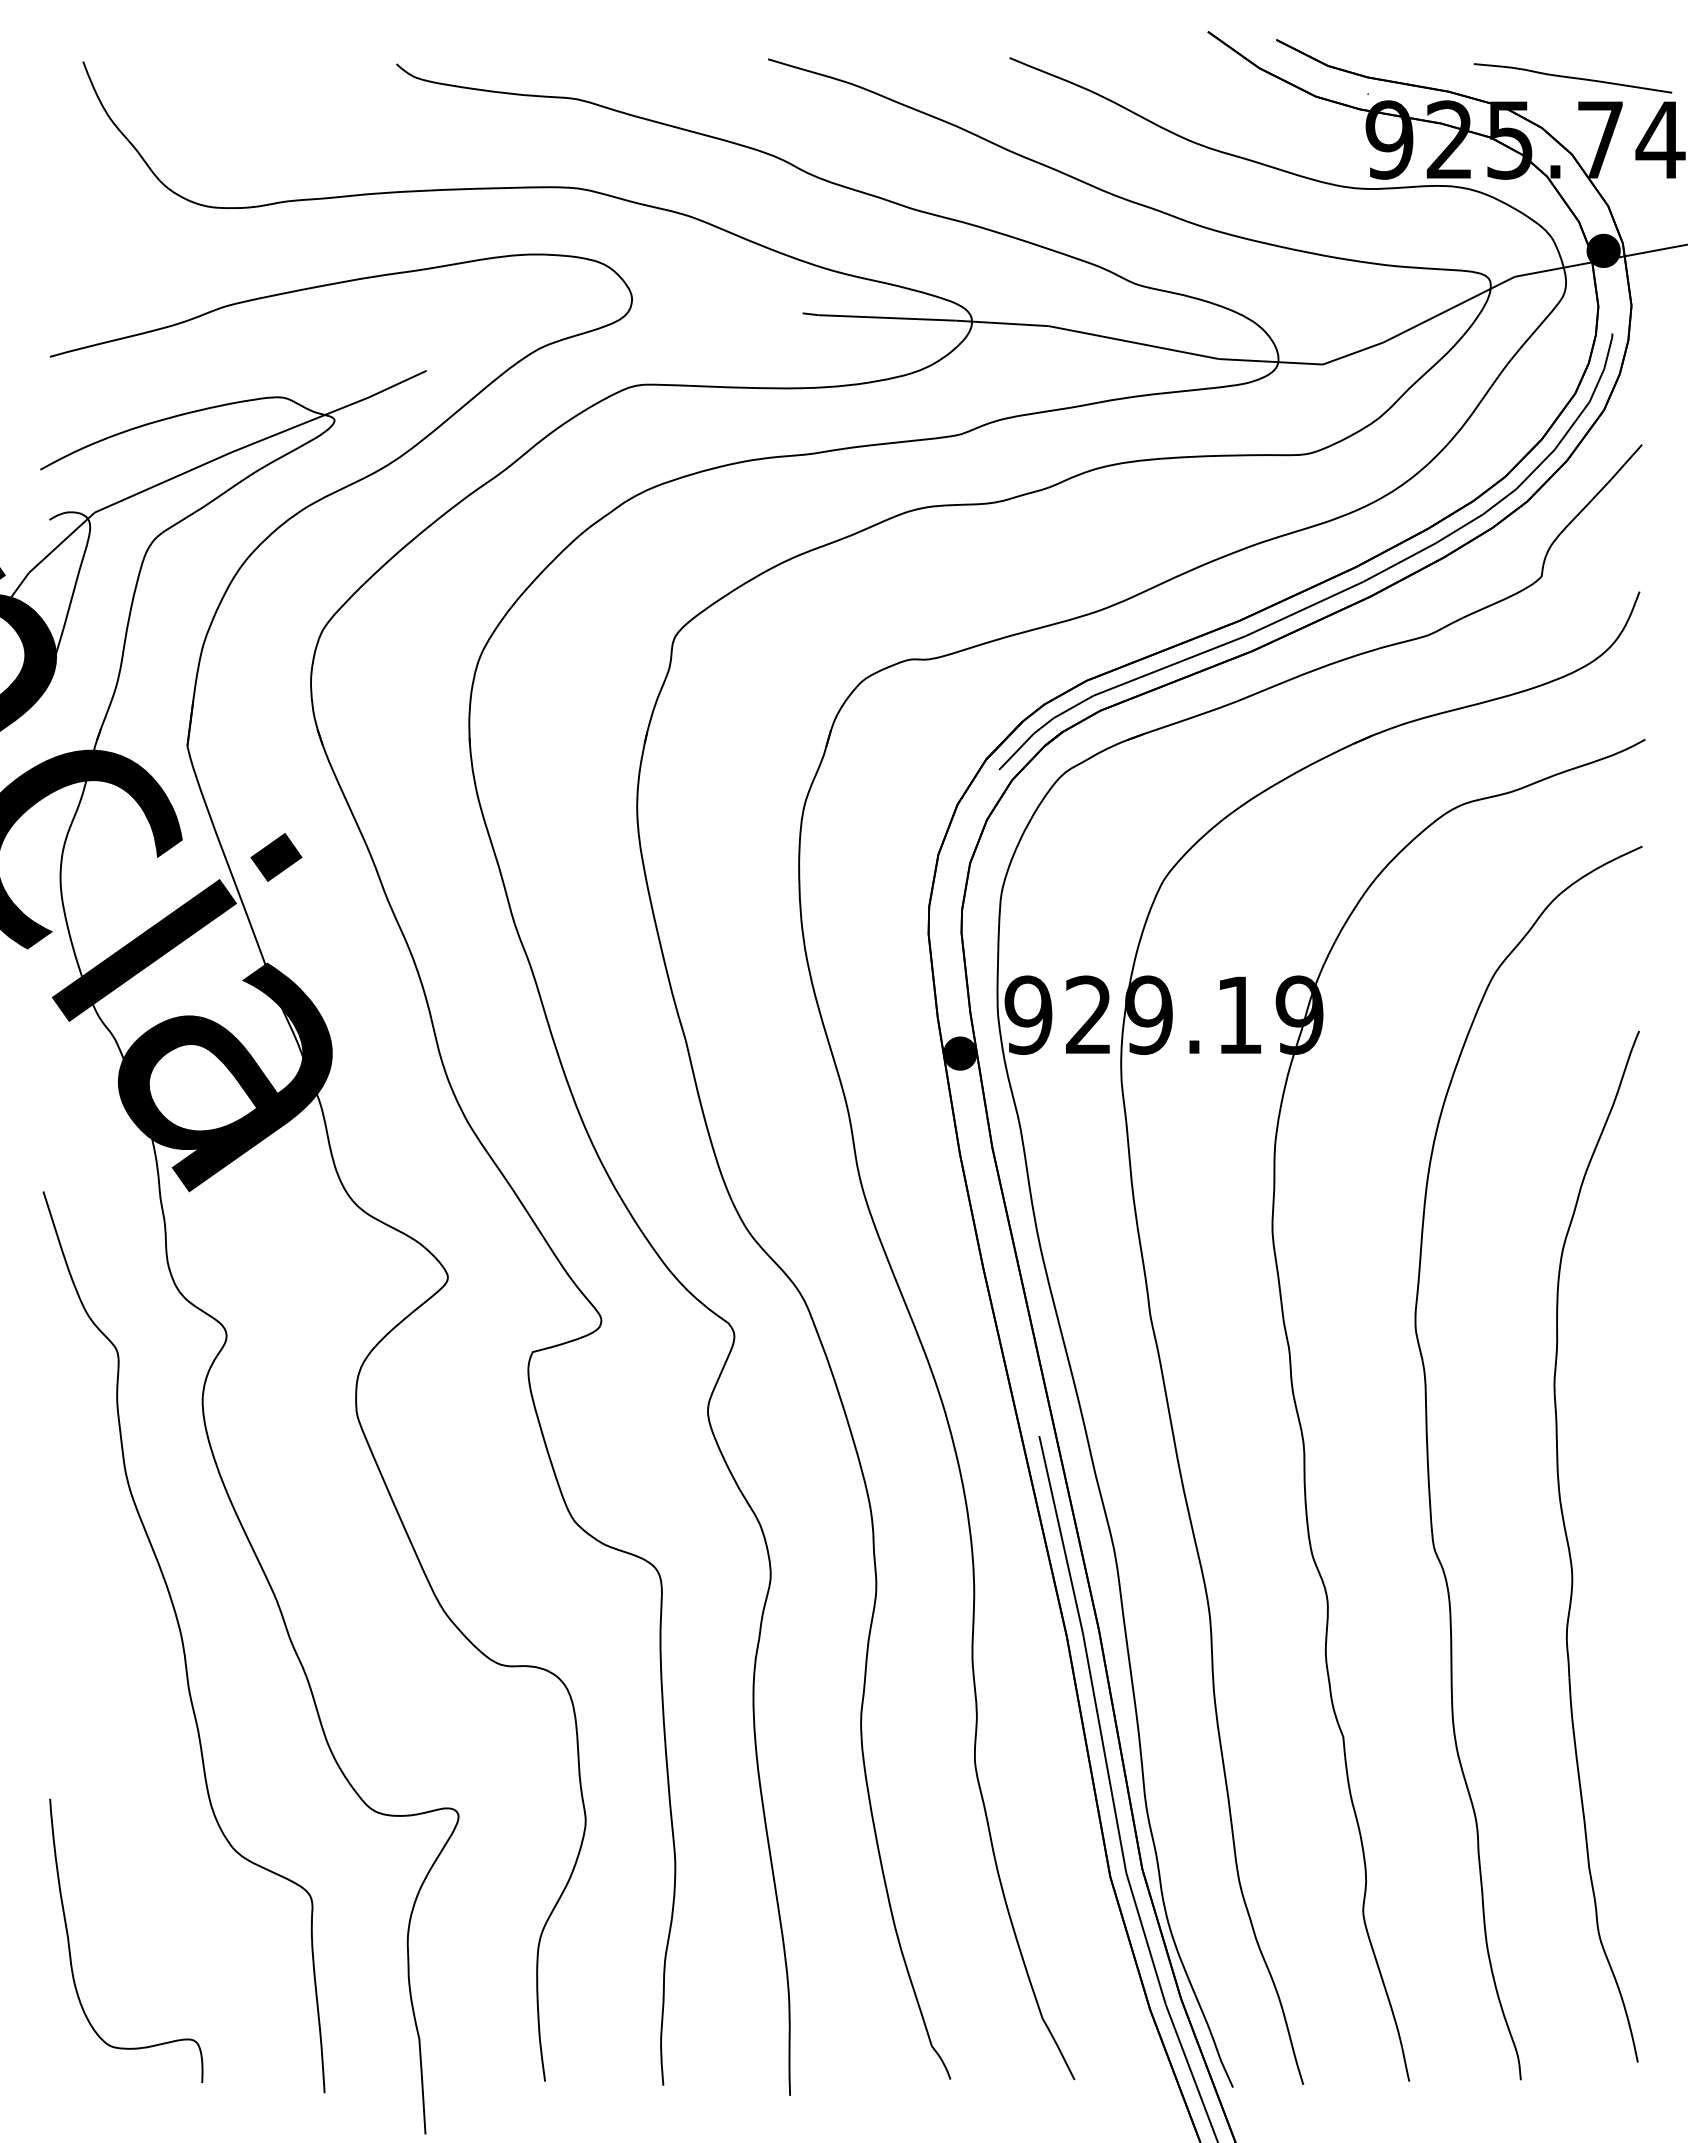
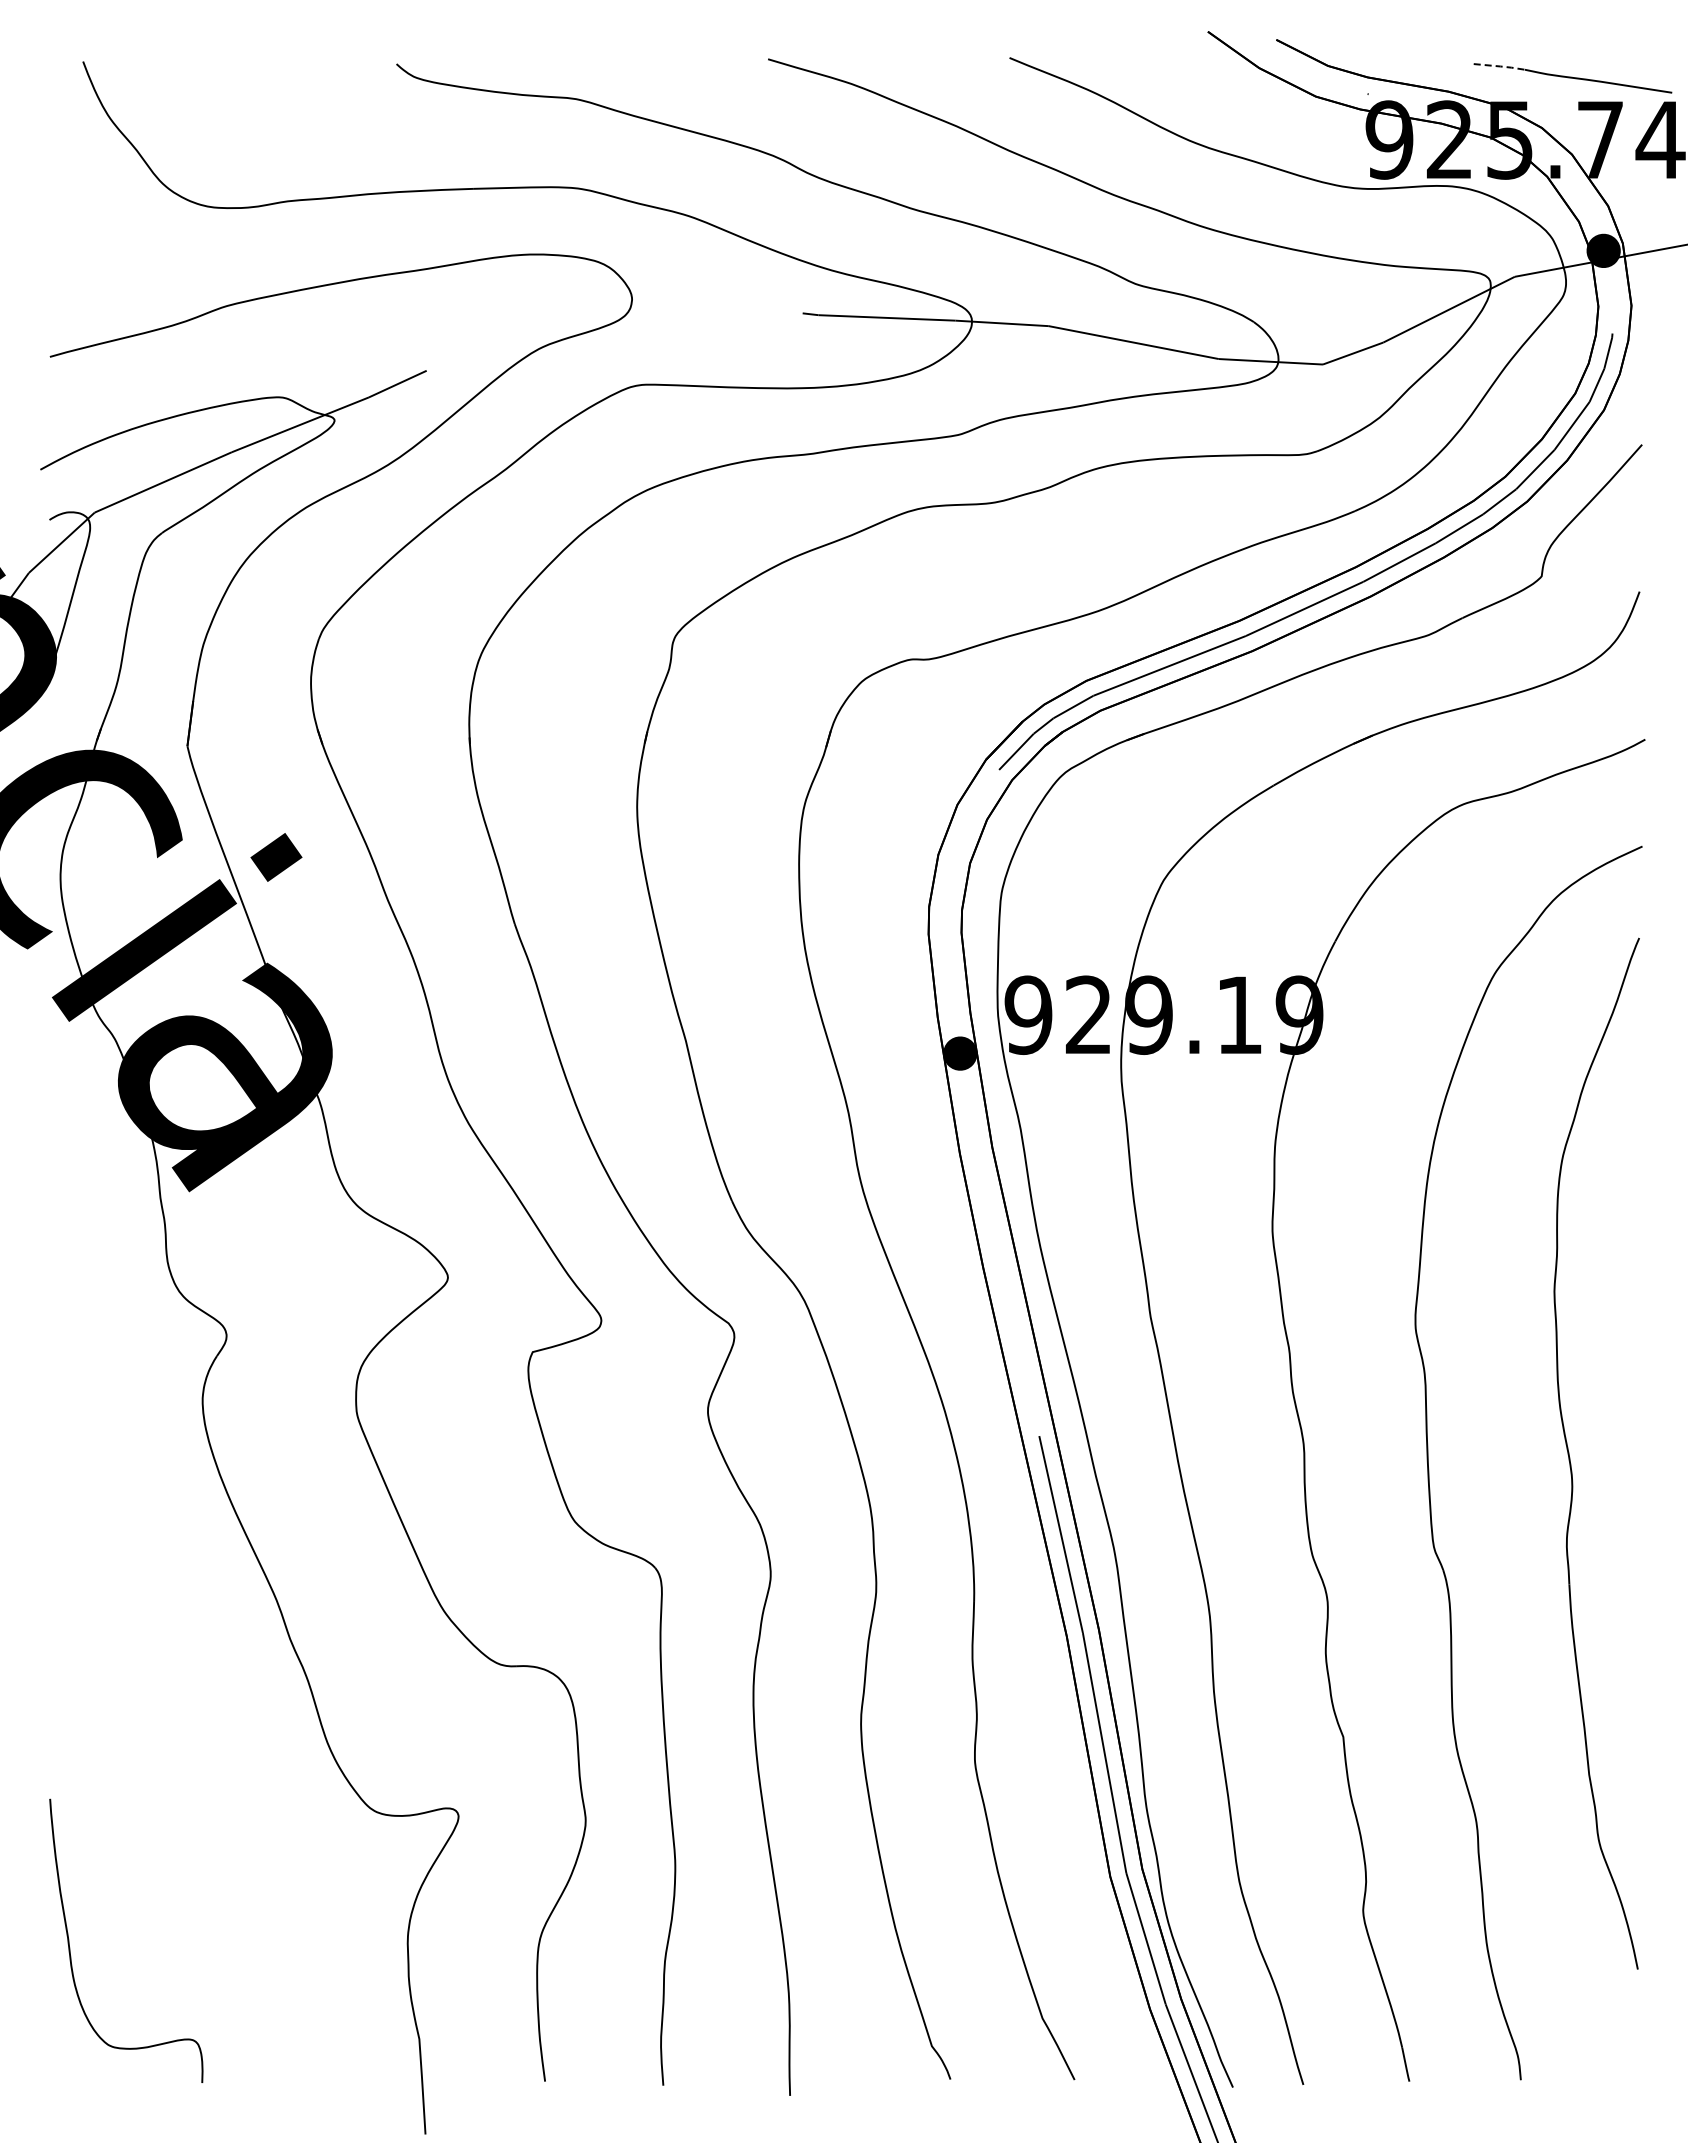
line at (1500, 66): solid -> dashed
part at (1570, 1550) position: (1570, 1550) -> (1570, 1457)
part at (183, 1642): present -> none
